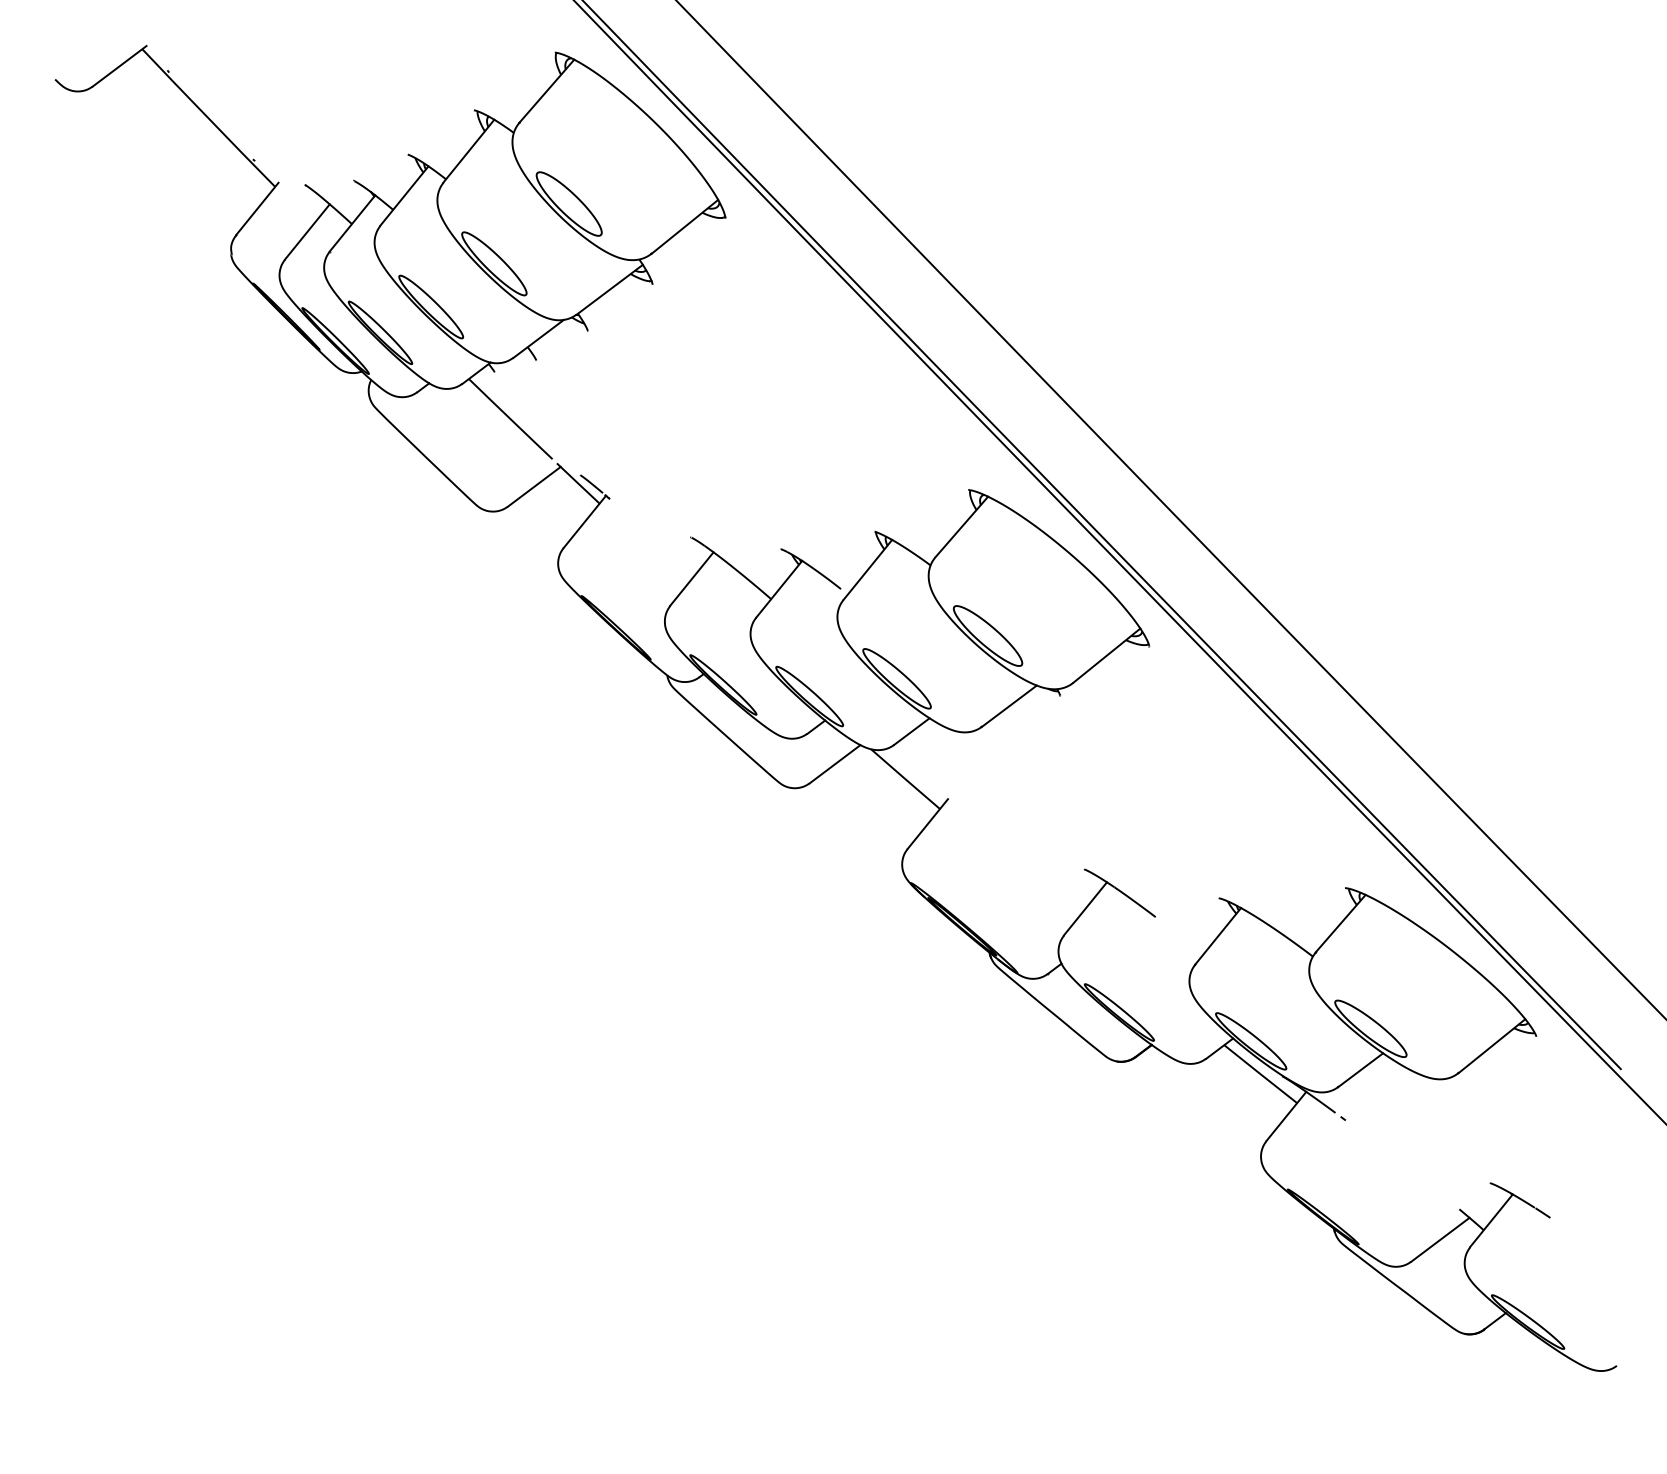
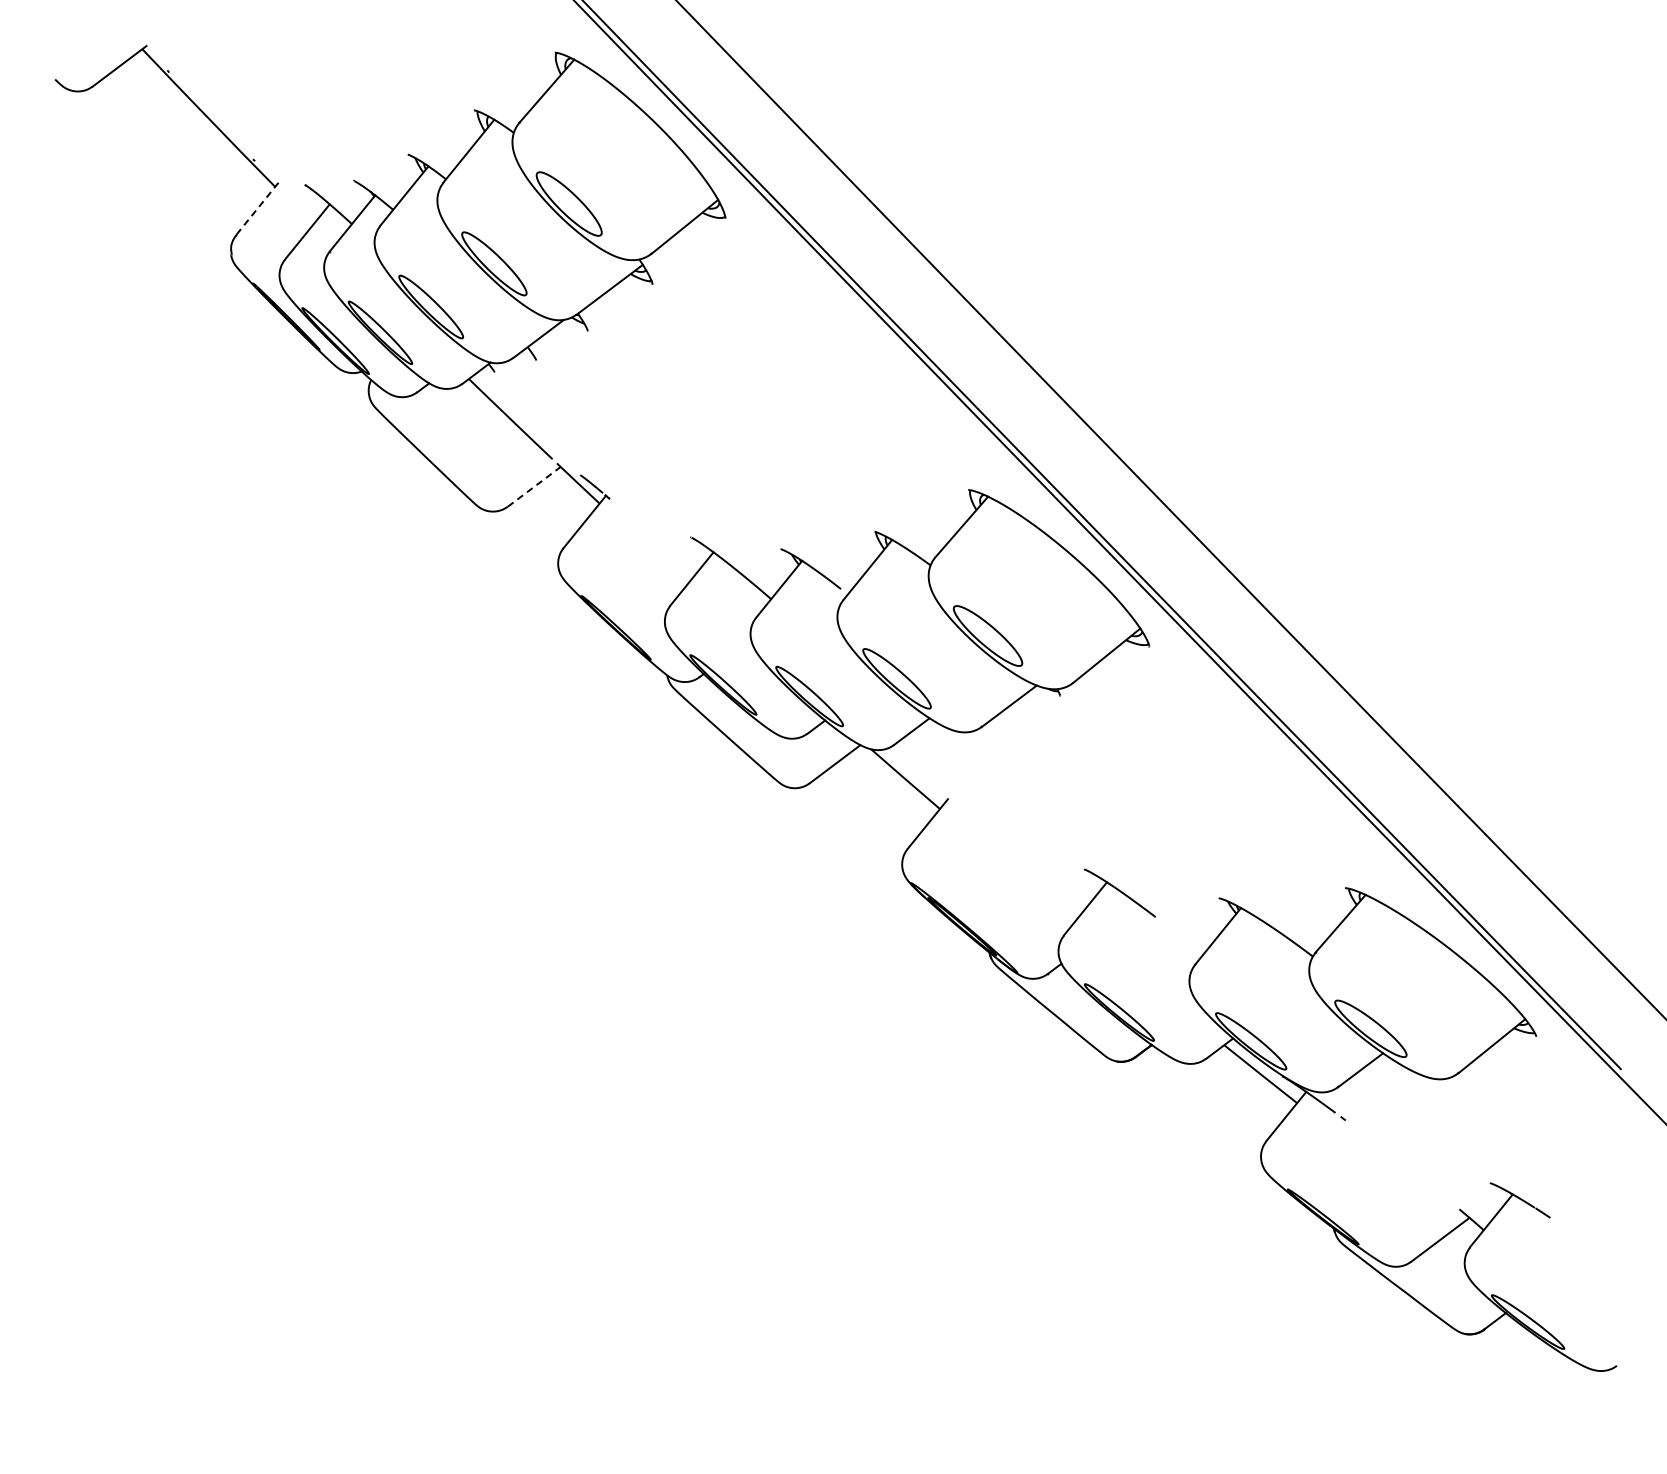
line at (257, 208): solid -> dashed
line at (534, 486): solid -> dashed
